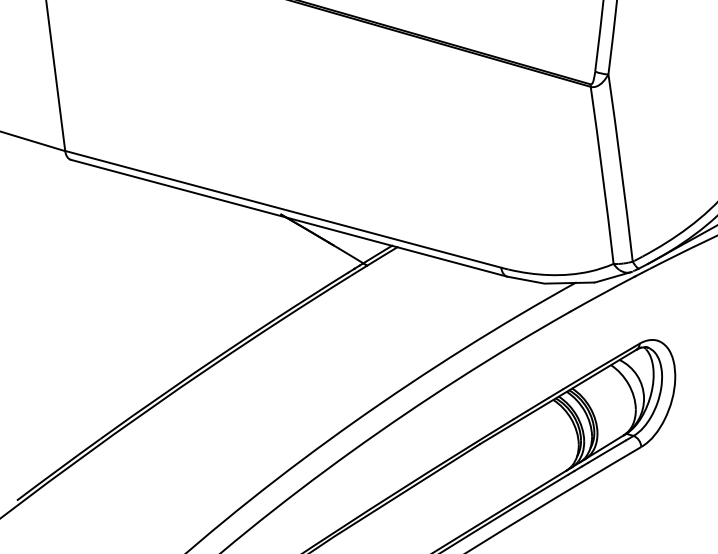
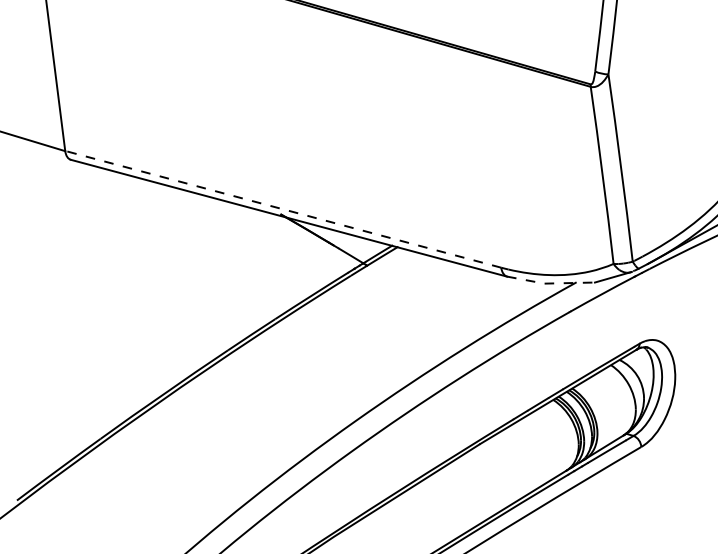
line at (283, 209): solid -> dashed
line at (550, 283): solid -> dashed
